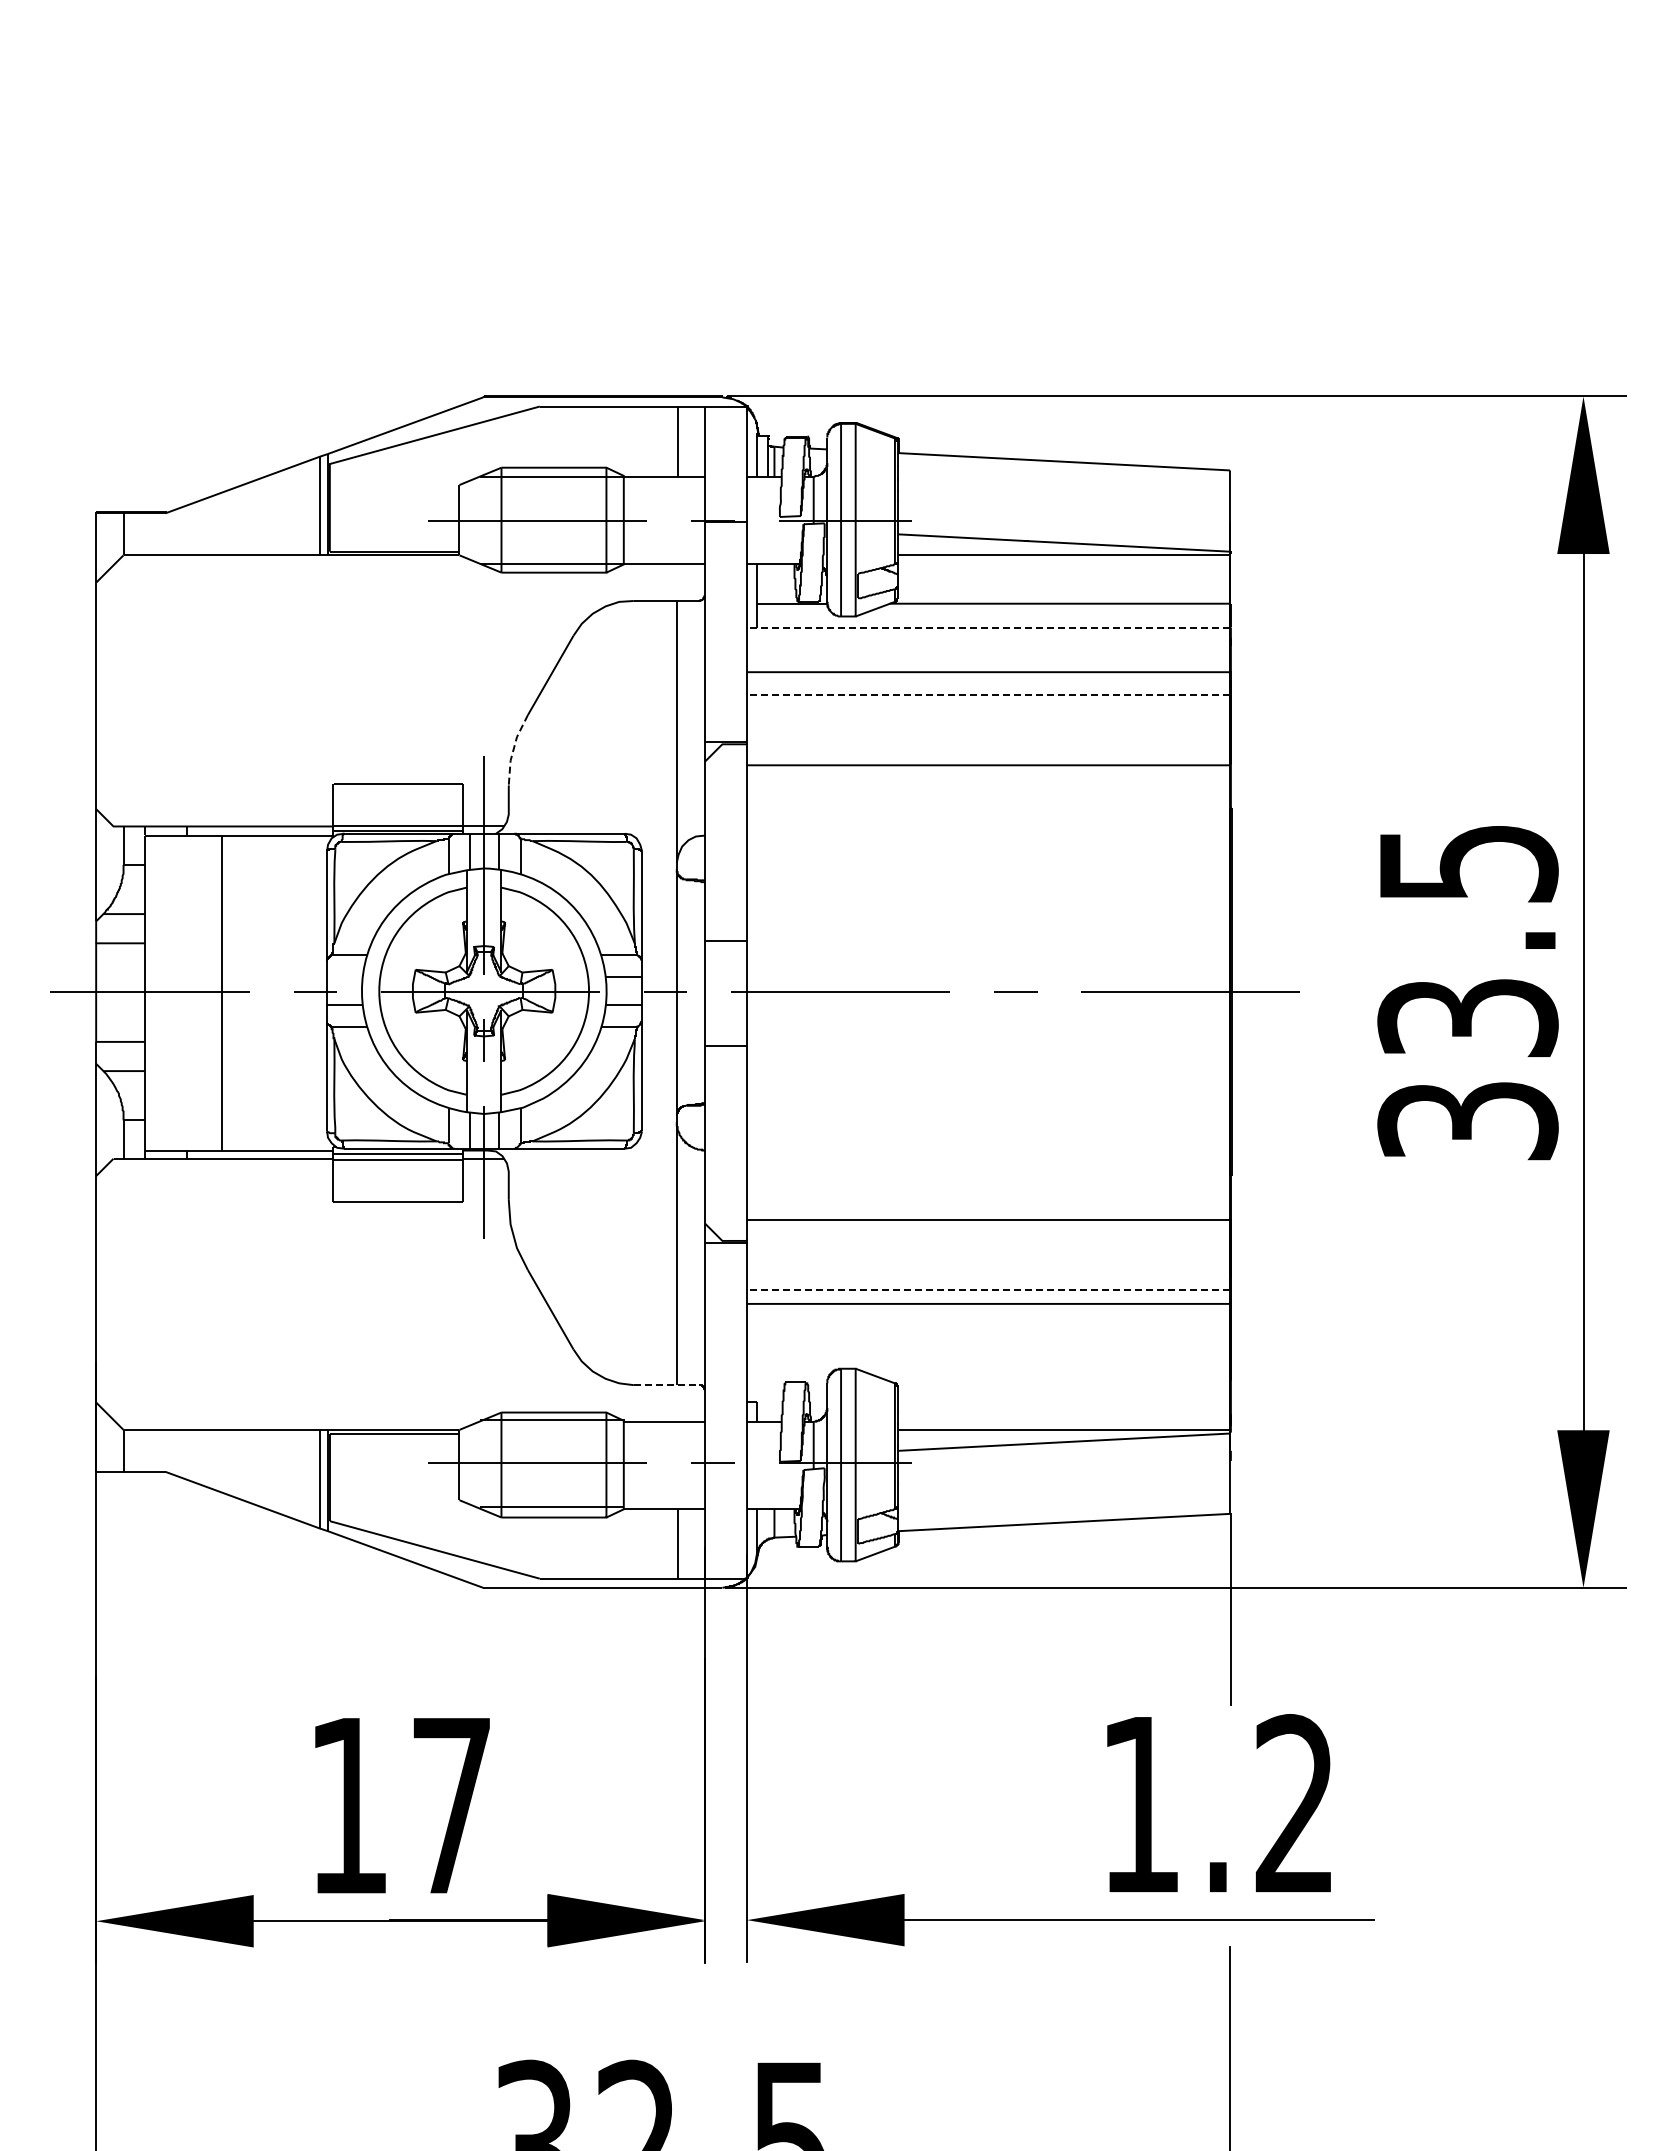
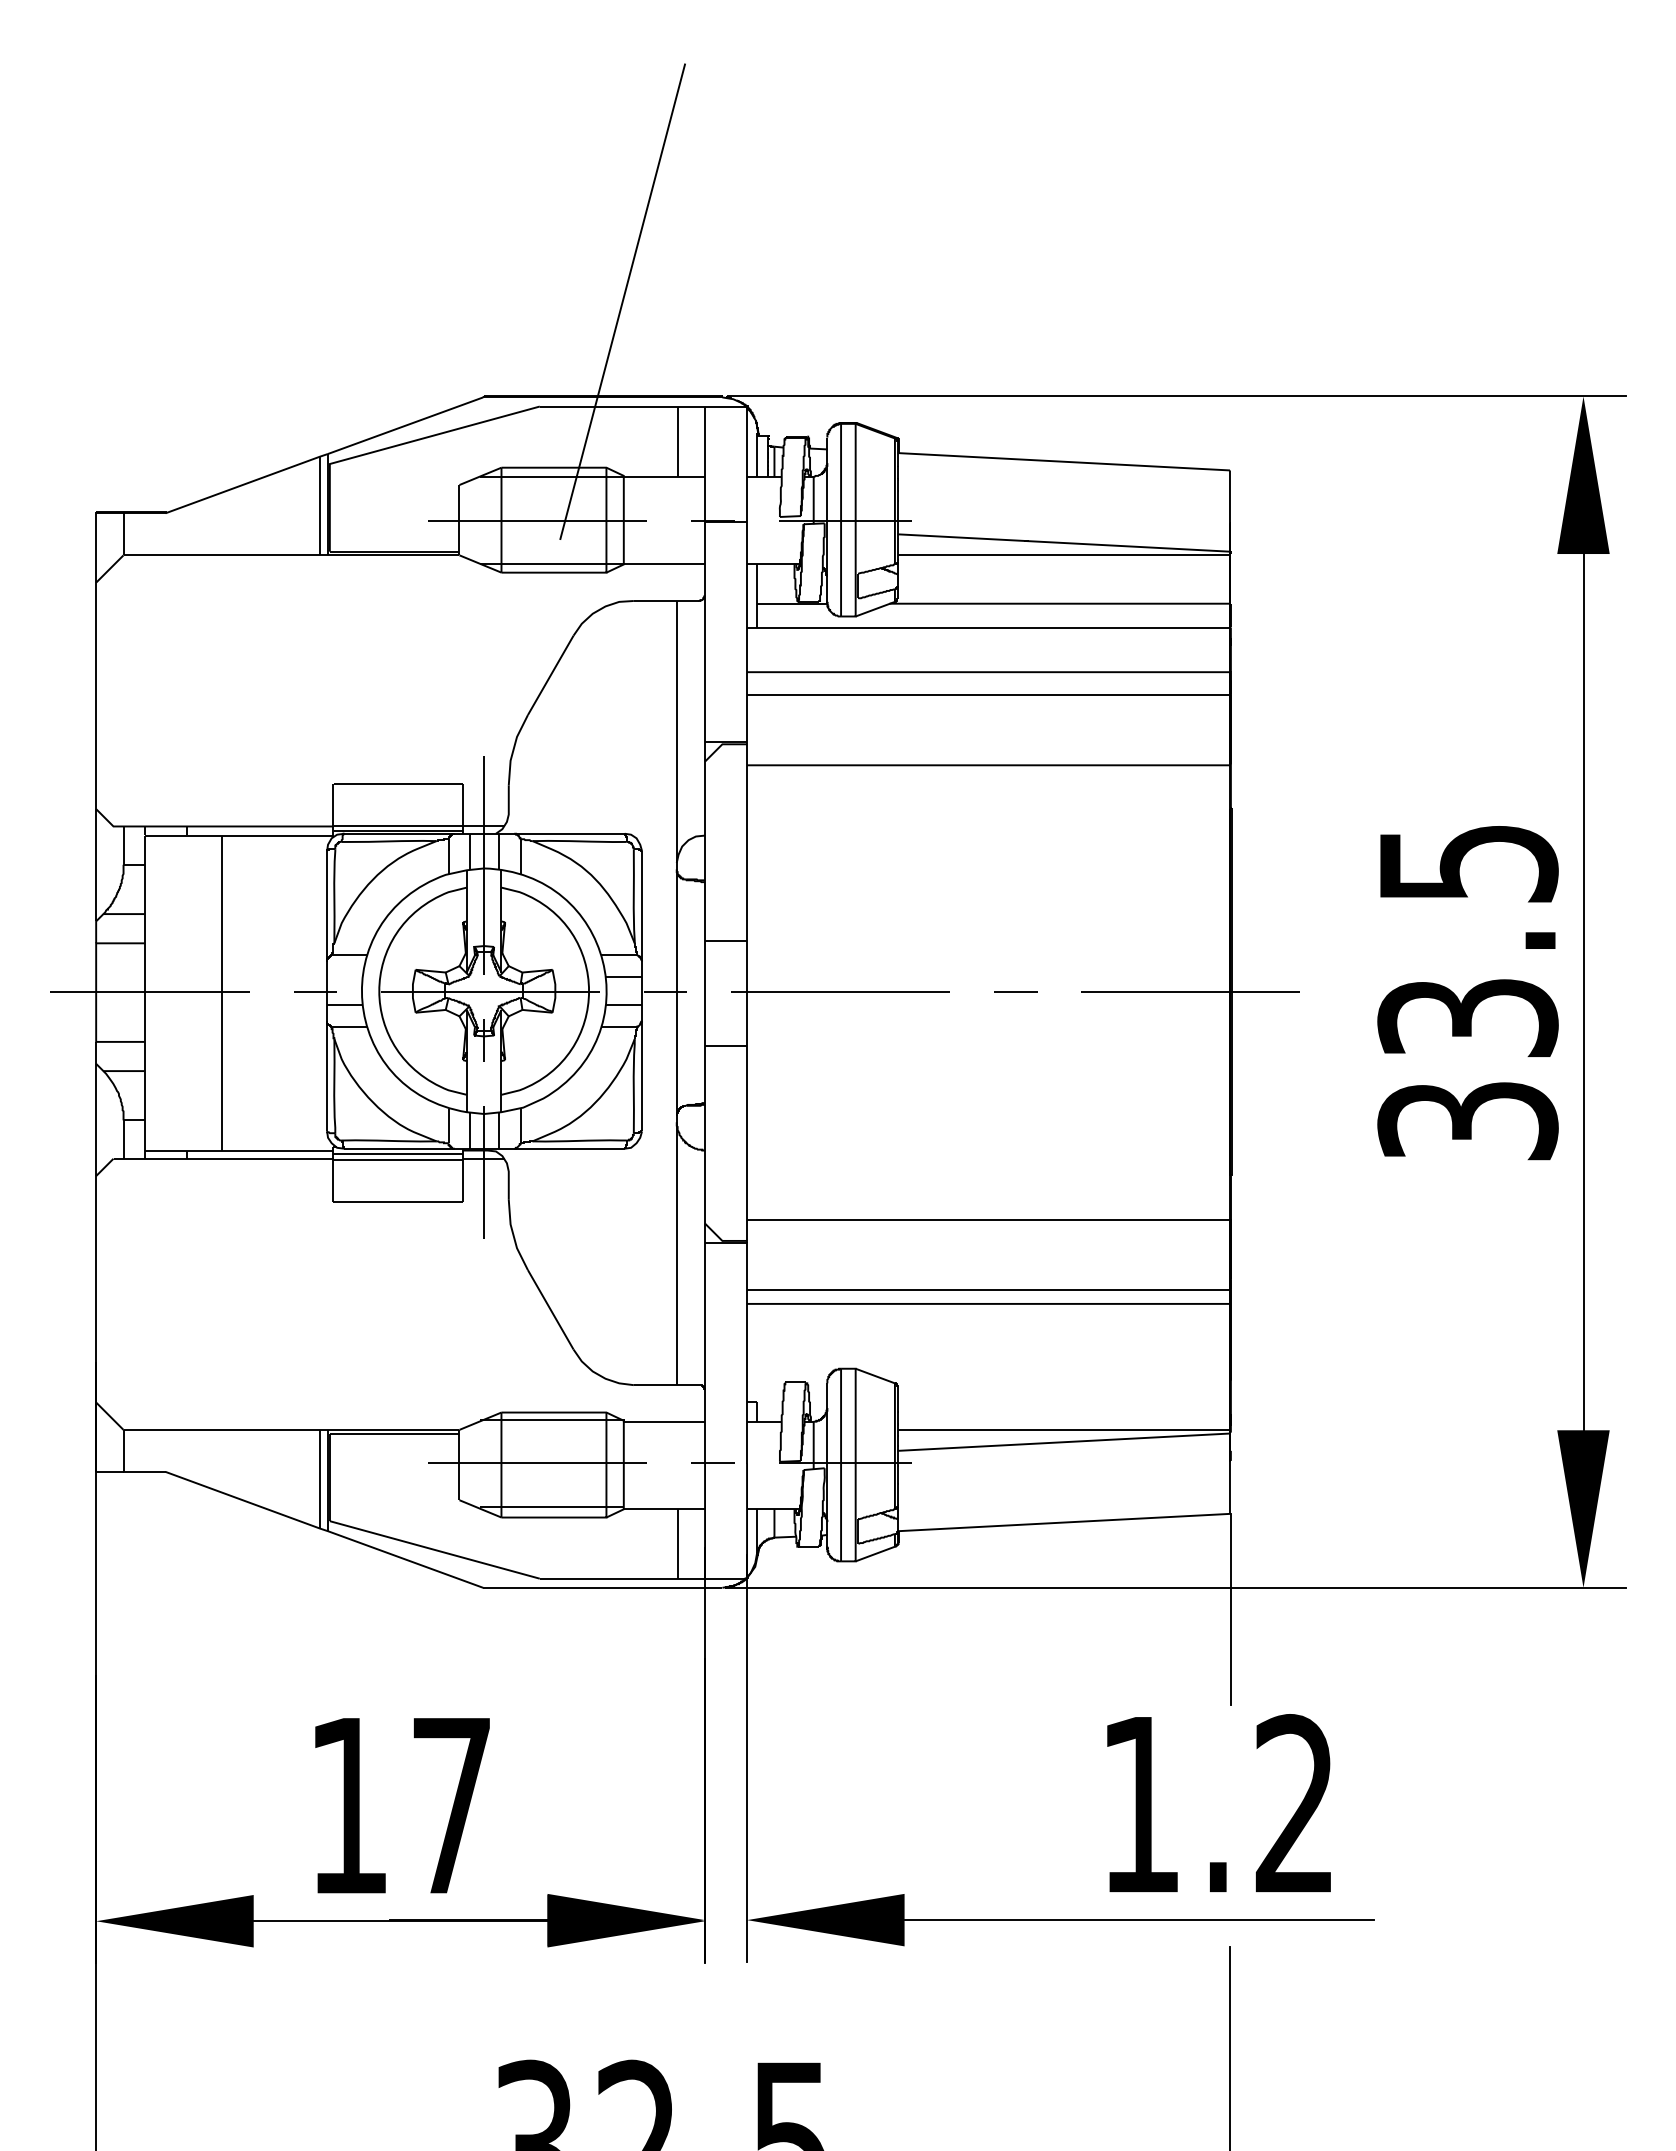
line at (622, 301): none -> present
line at (988, 628): dashed -> solid
line at (988, 695): dashed -> solid
line at (513, 749): dashed -> solid
line at (988, 1290): dashed -> solid
line at (666, 1385): dashed -> solid
